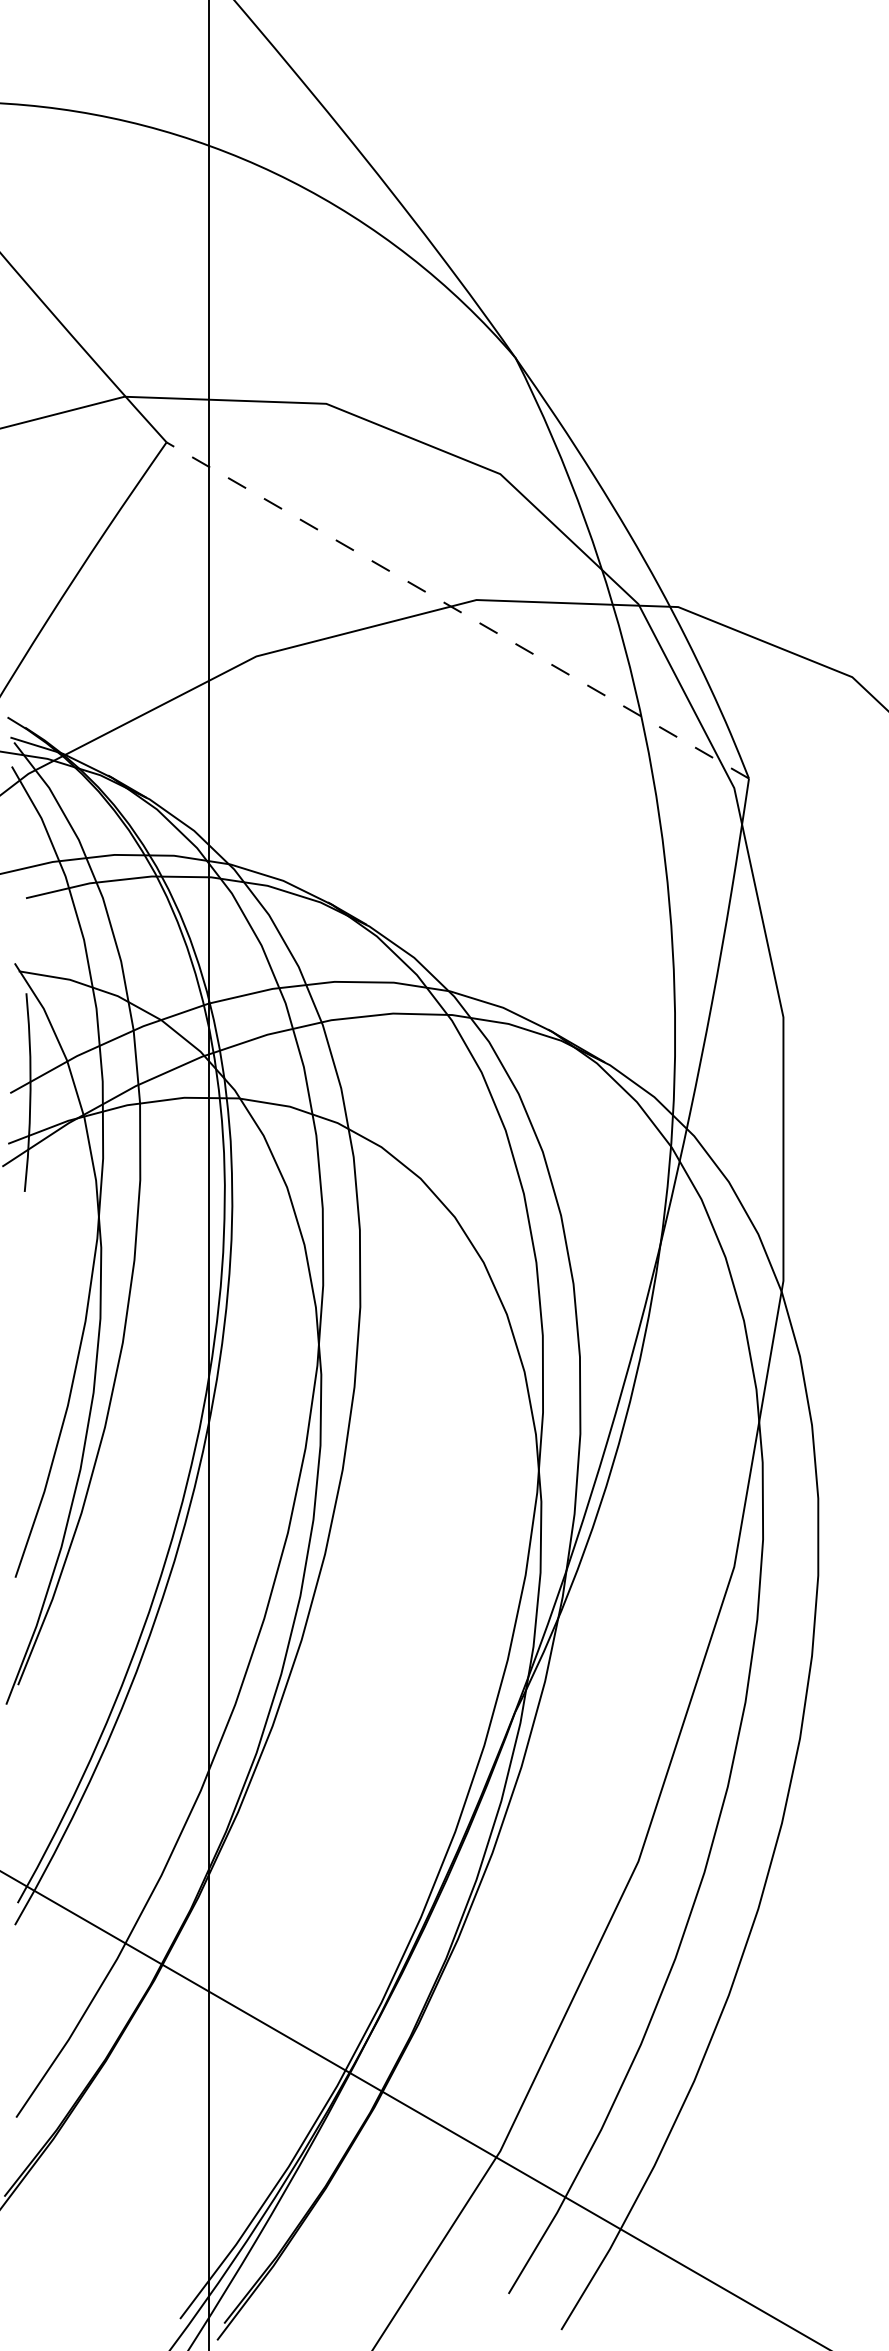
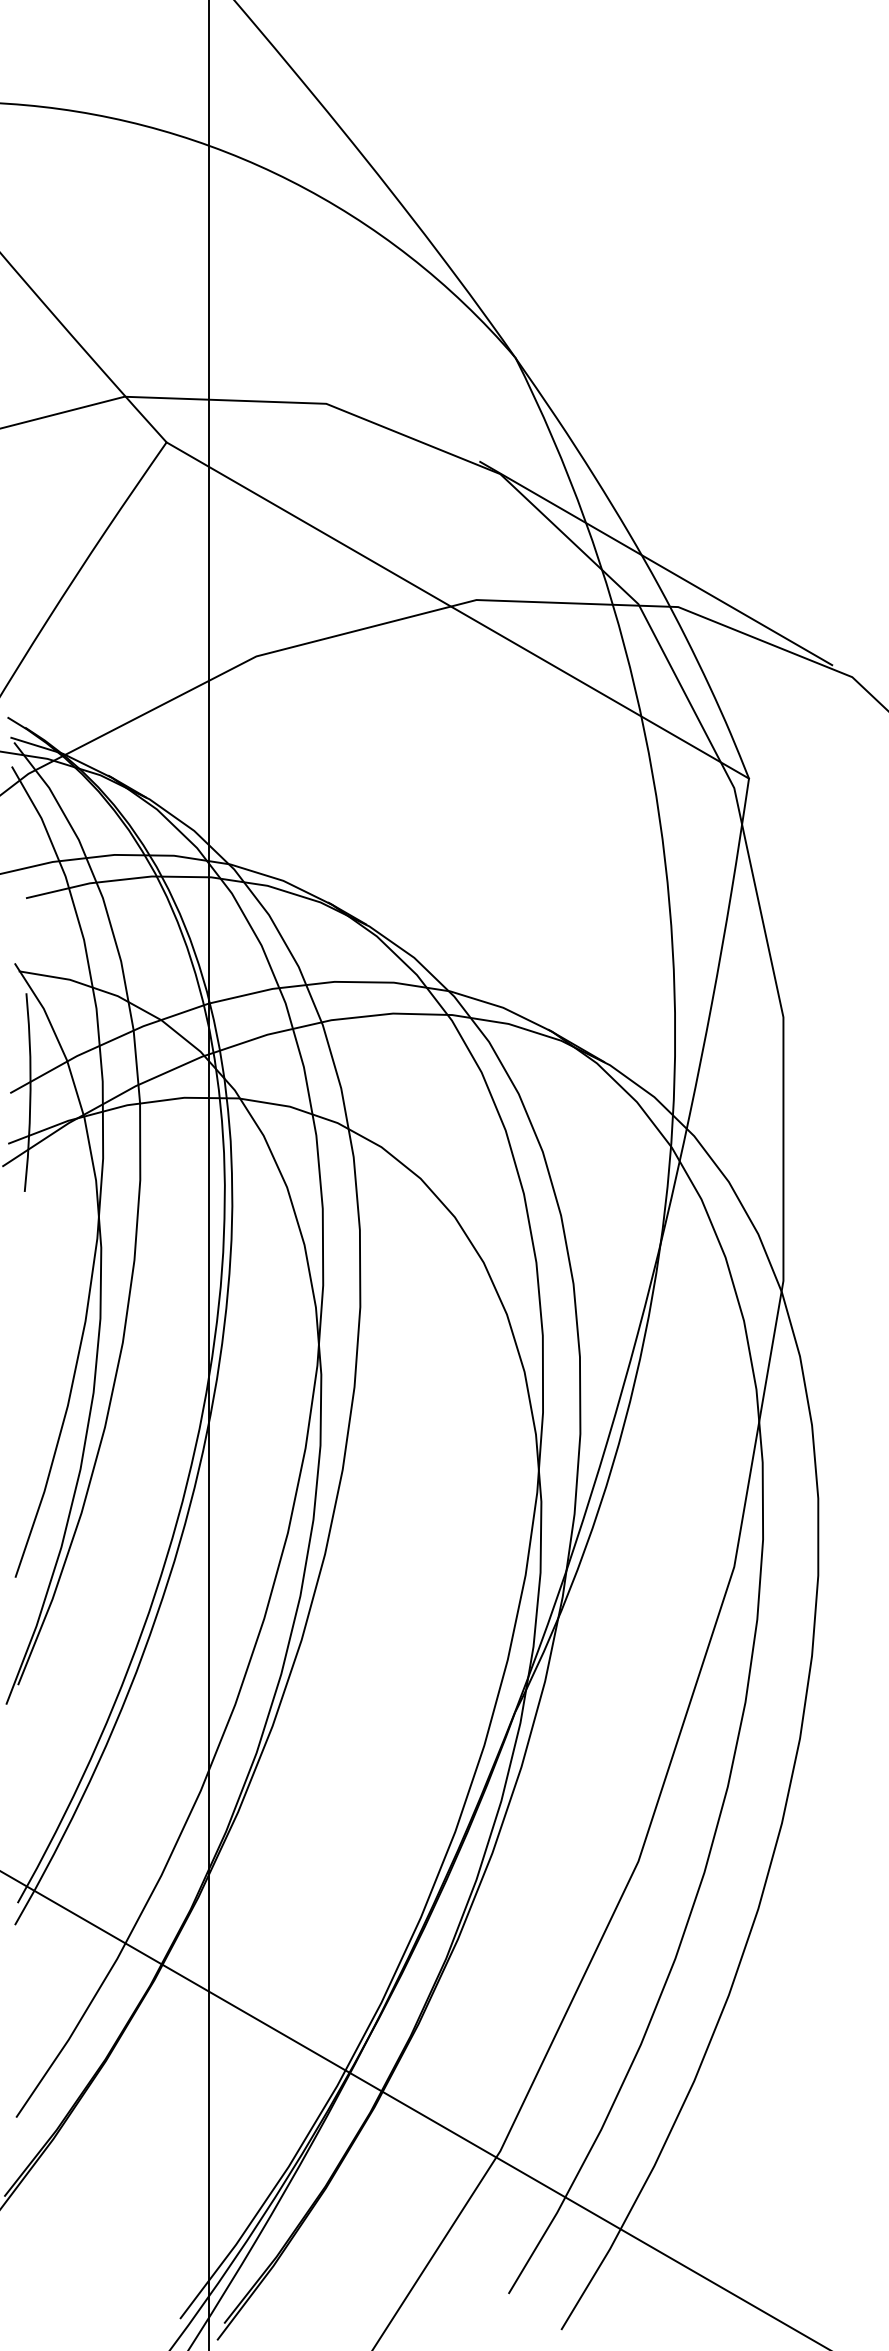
line at (656, 563): none -> present
line at (457, 610): dashed -> solid
